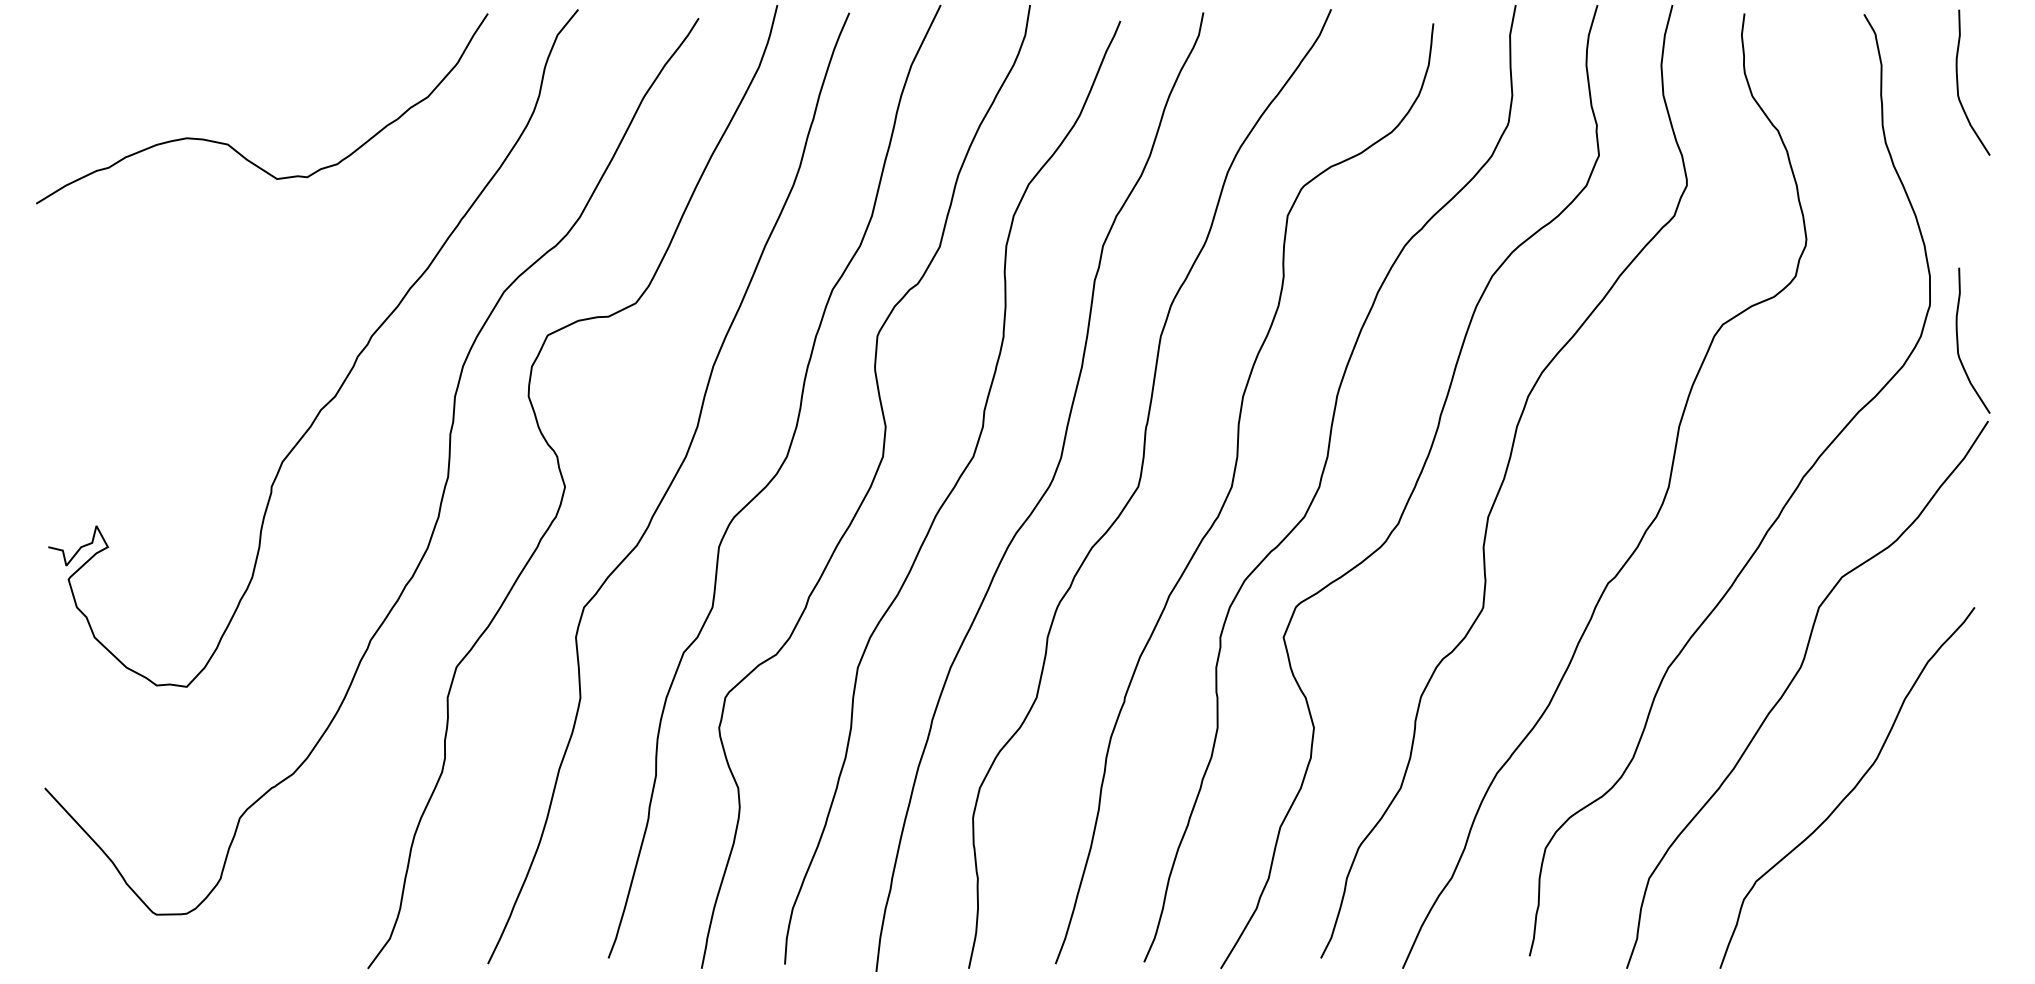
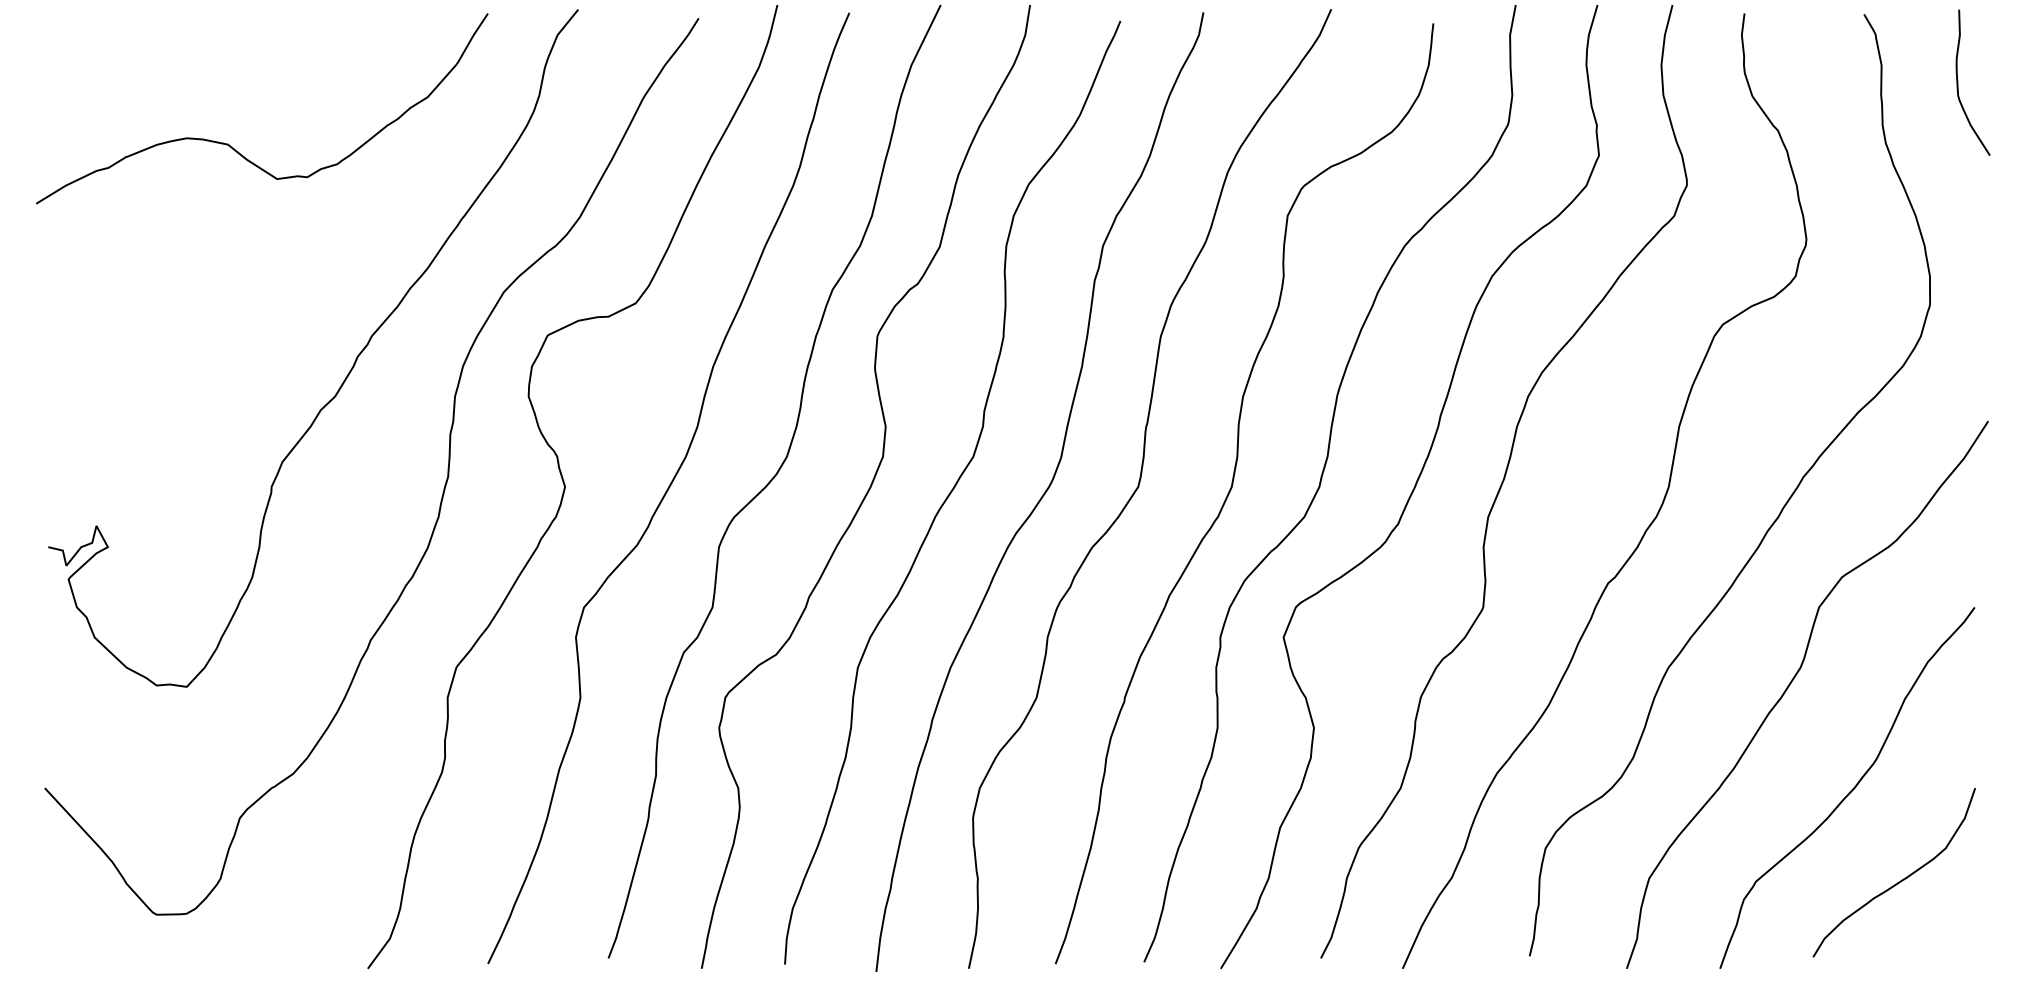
curve at (1958, 340): present -> none
curve at (1898, 881): none -> present
